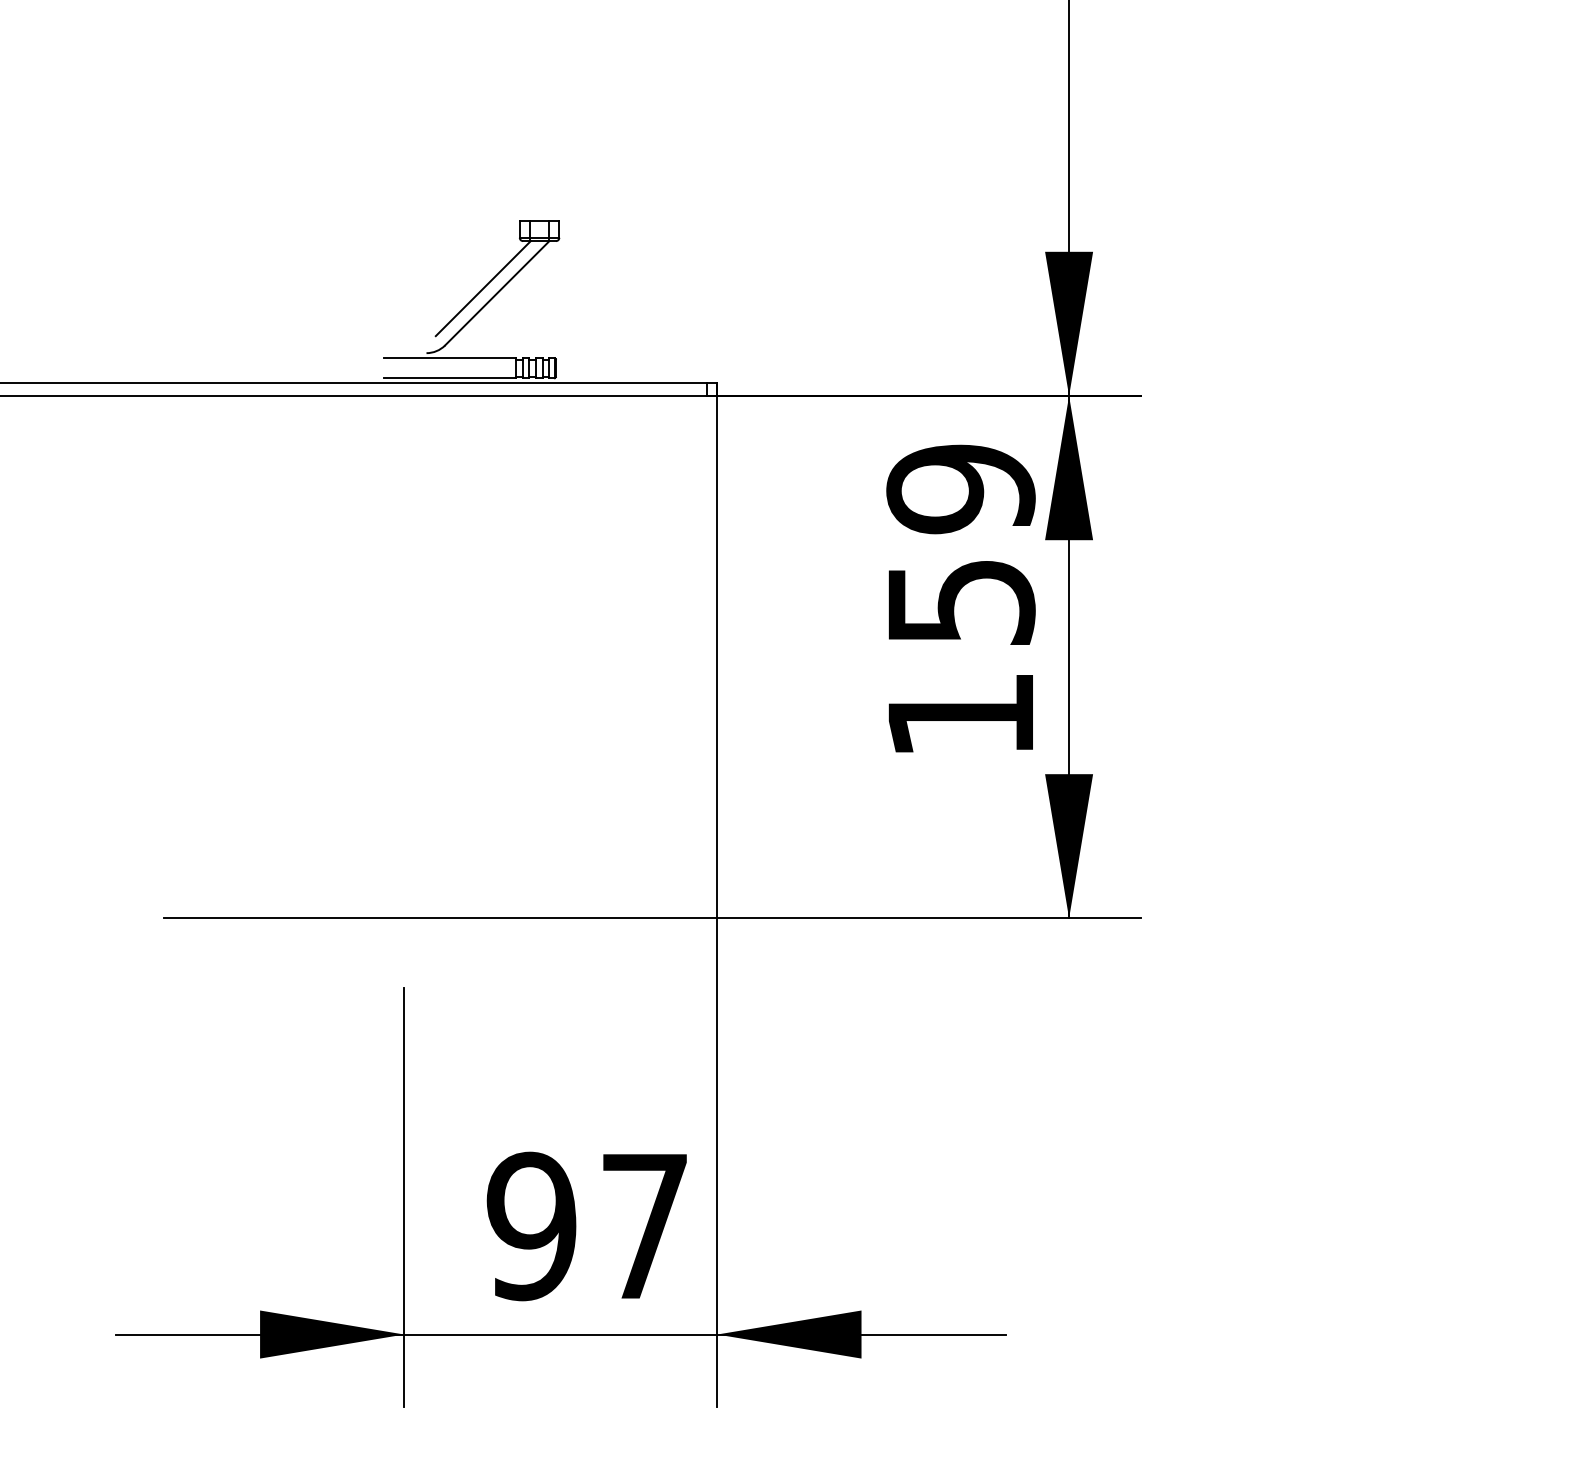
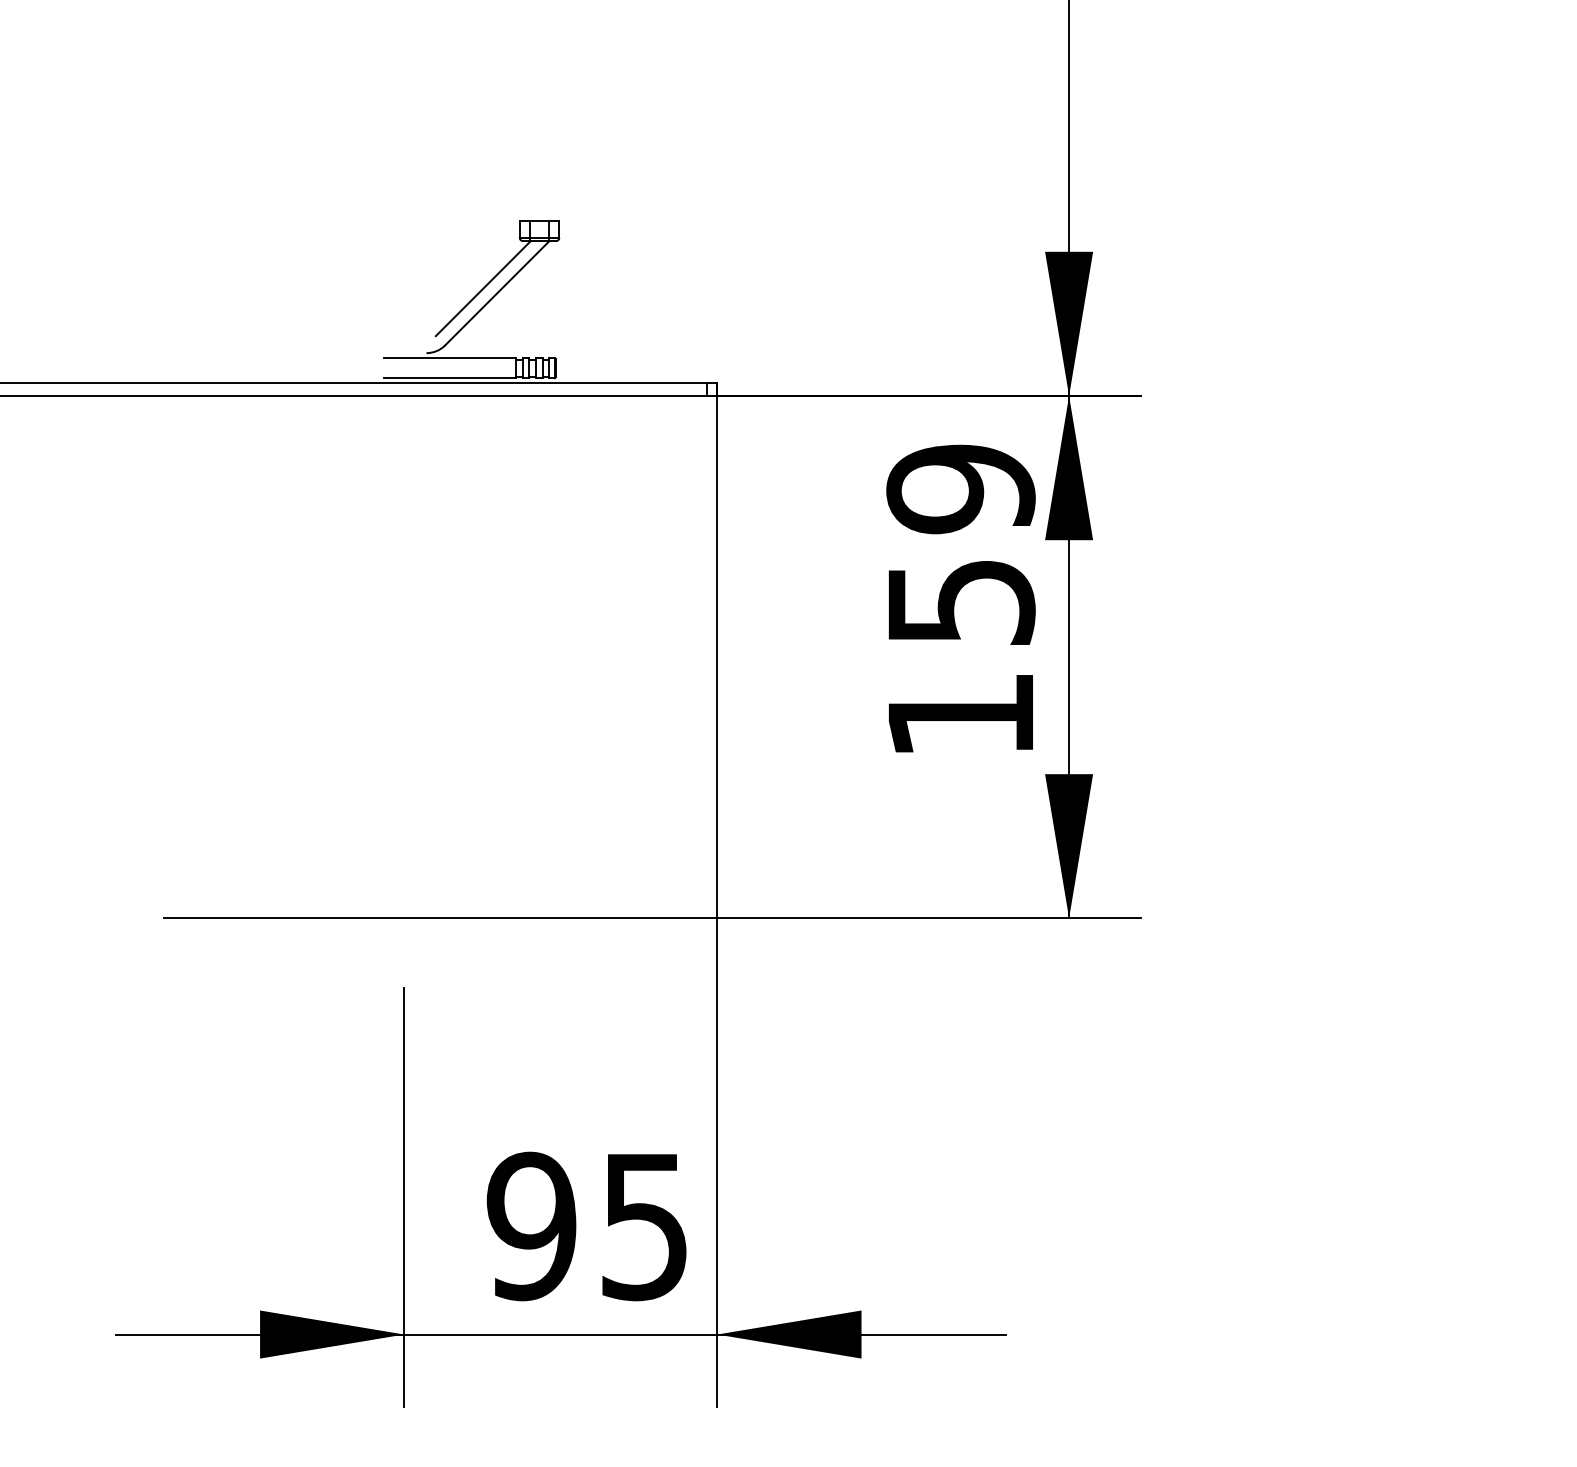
text at (644, 1227): 97 -> 95
